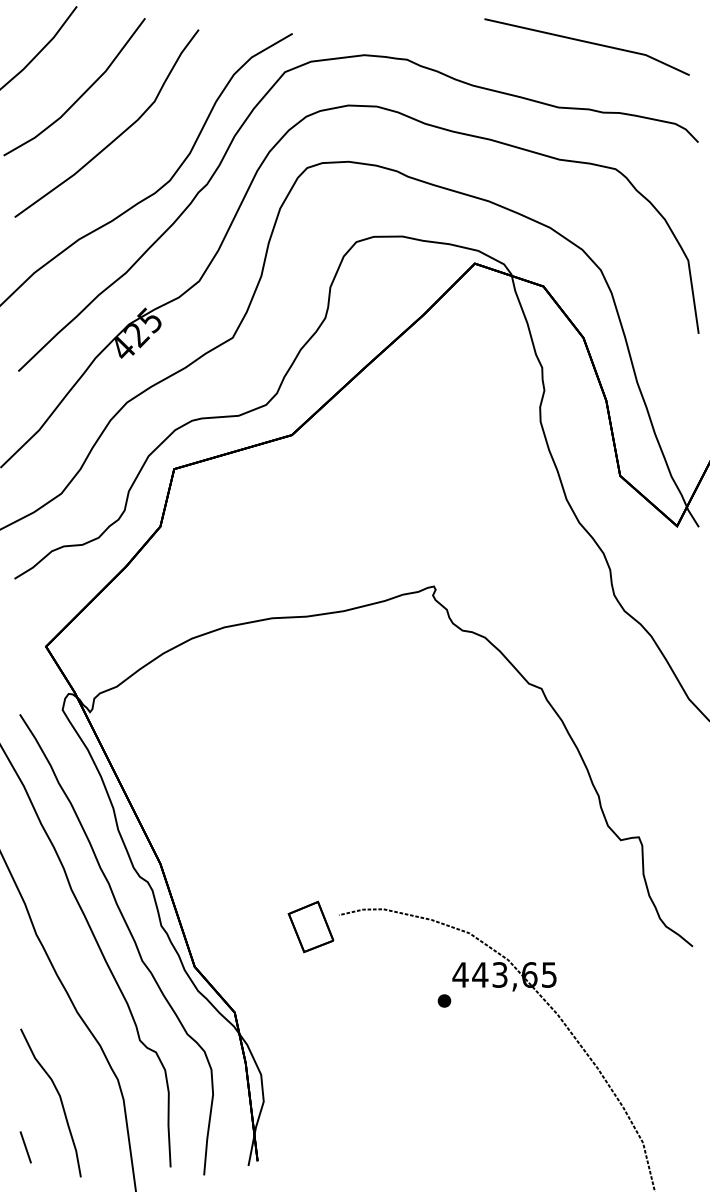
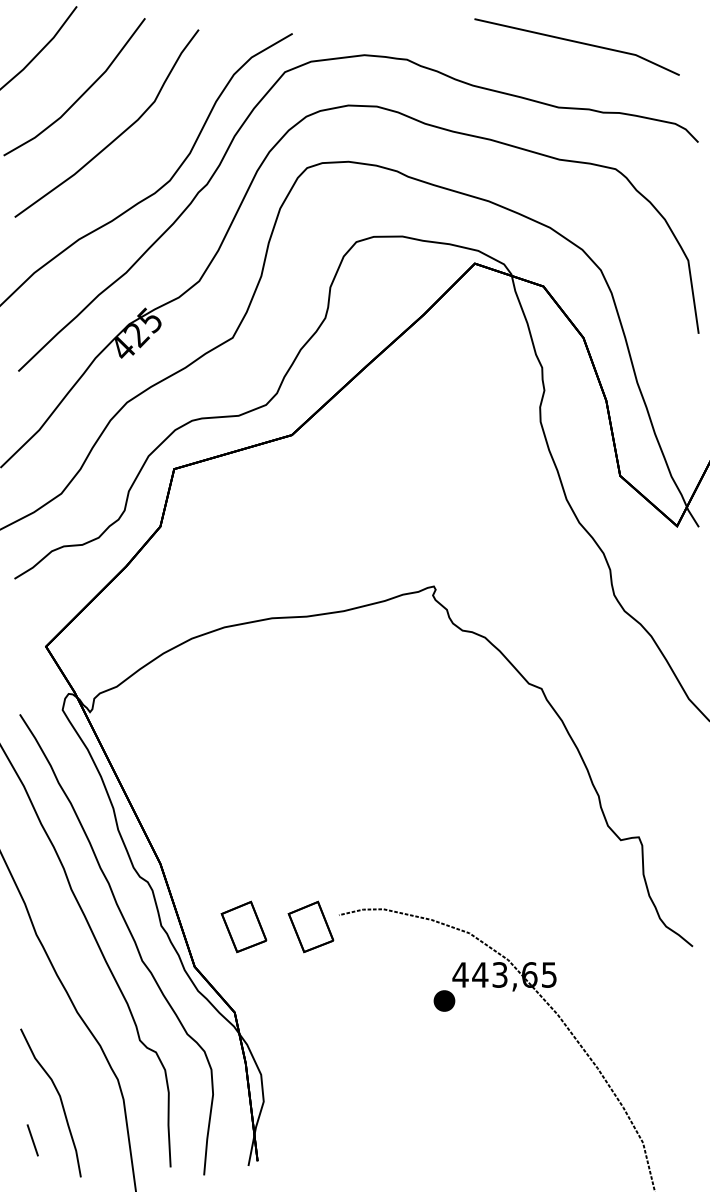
line at (587, 43) position: (587, 43) -> (577, 43)
part at (243, 926): none -> present
part at (444, 1000) size: 15x14 px -> 23x22 px
line at (25, 1147) position: (25, 1147) -> (32, 1140)
